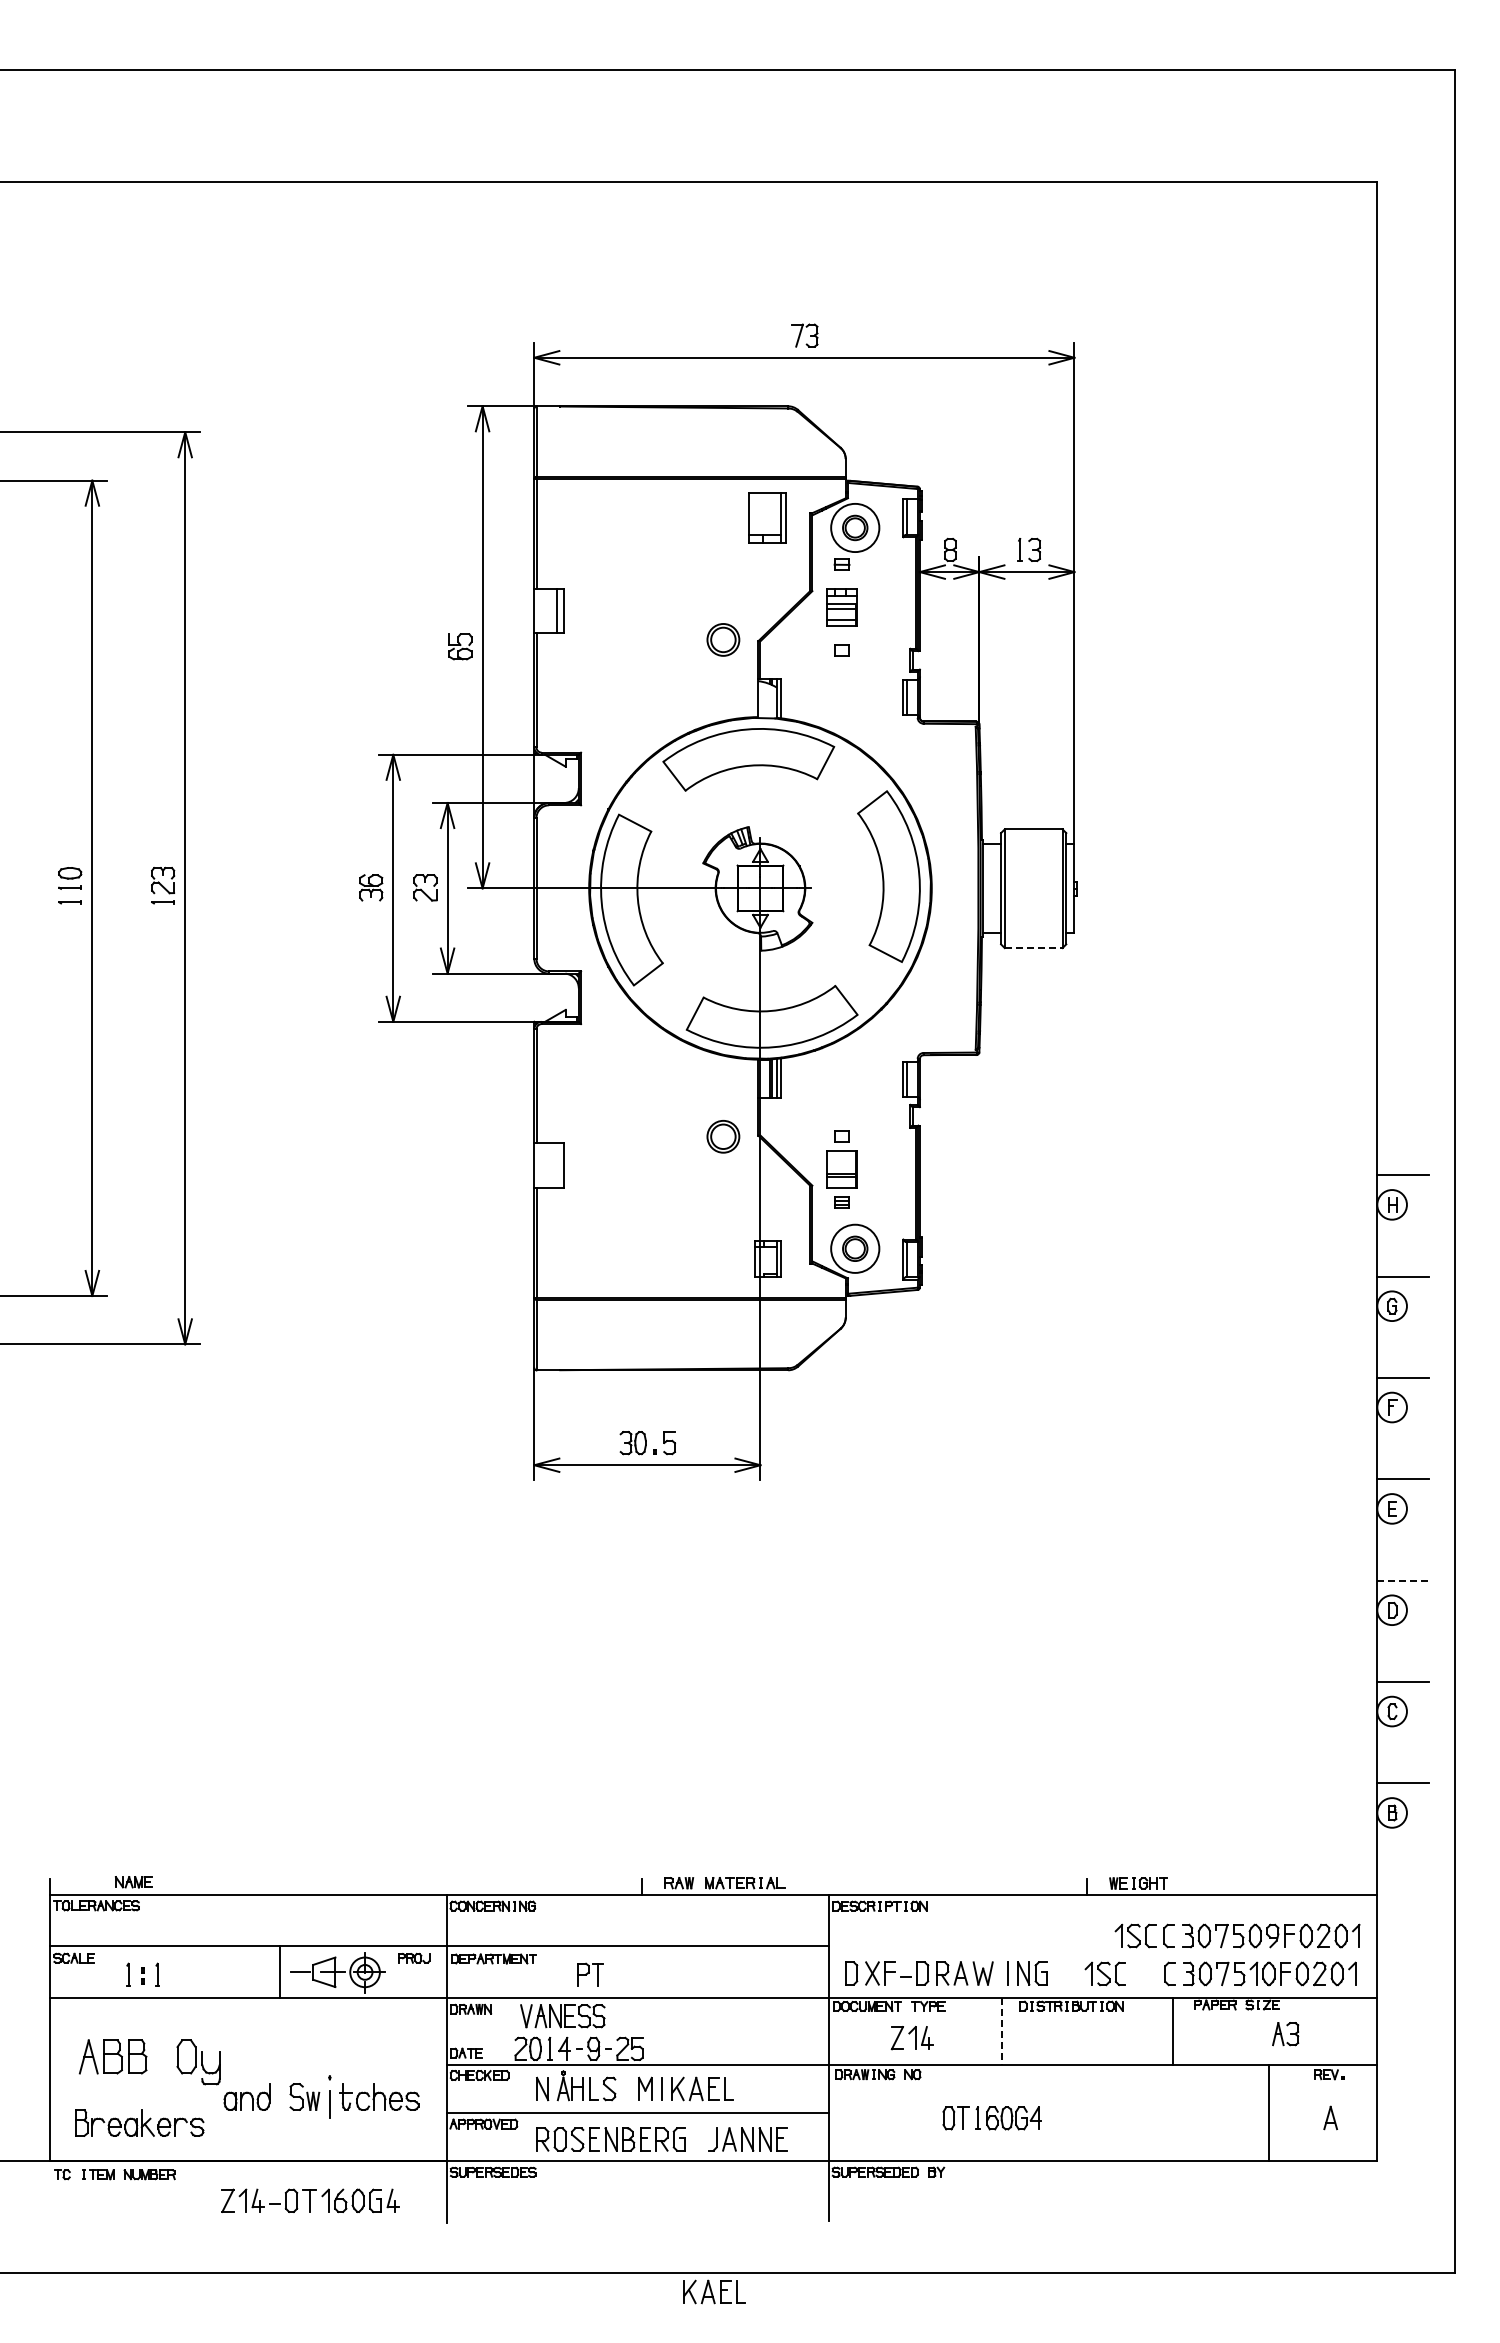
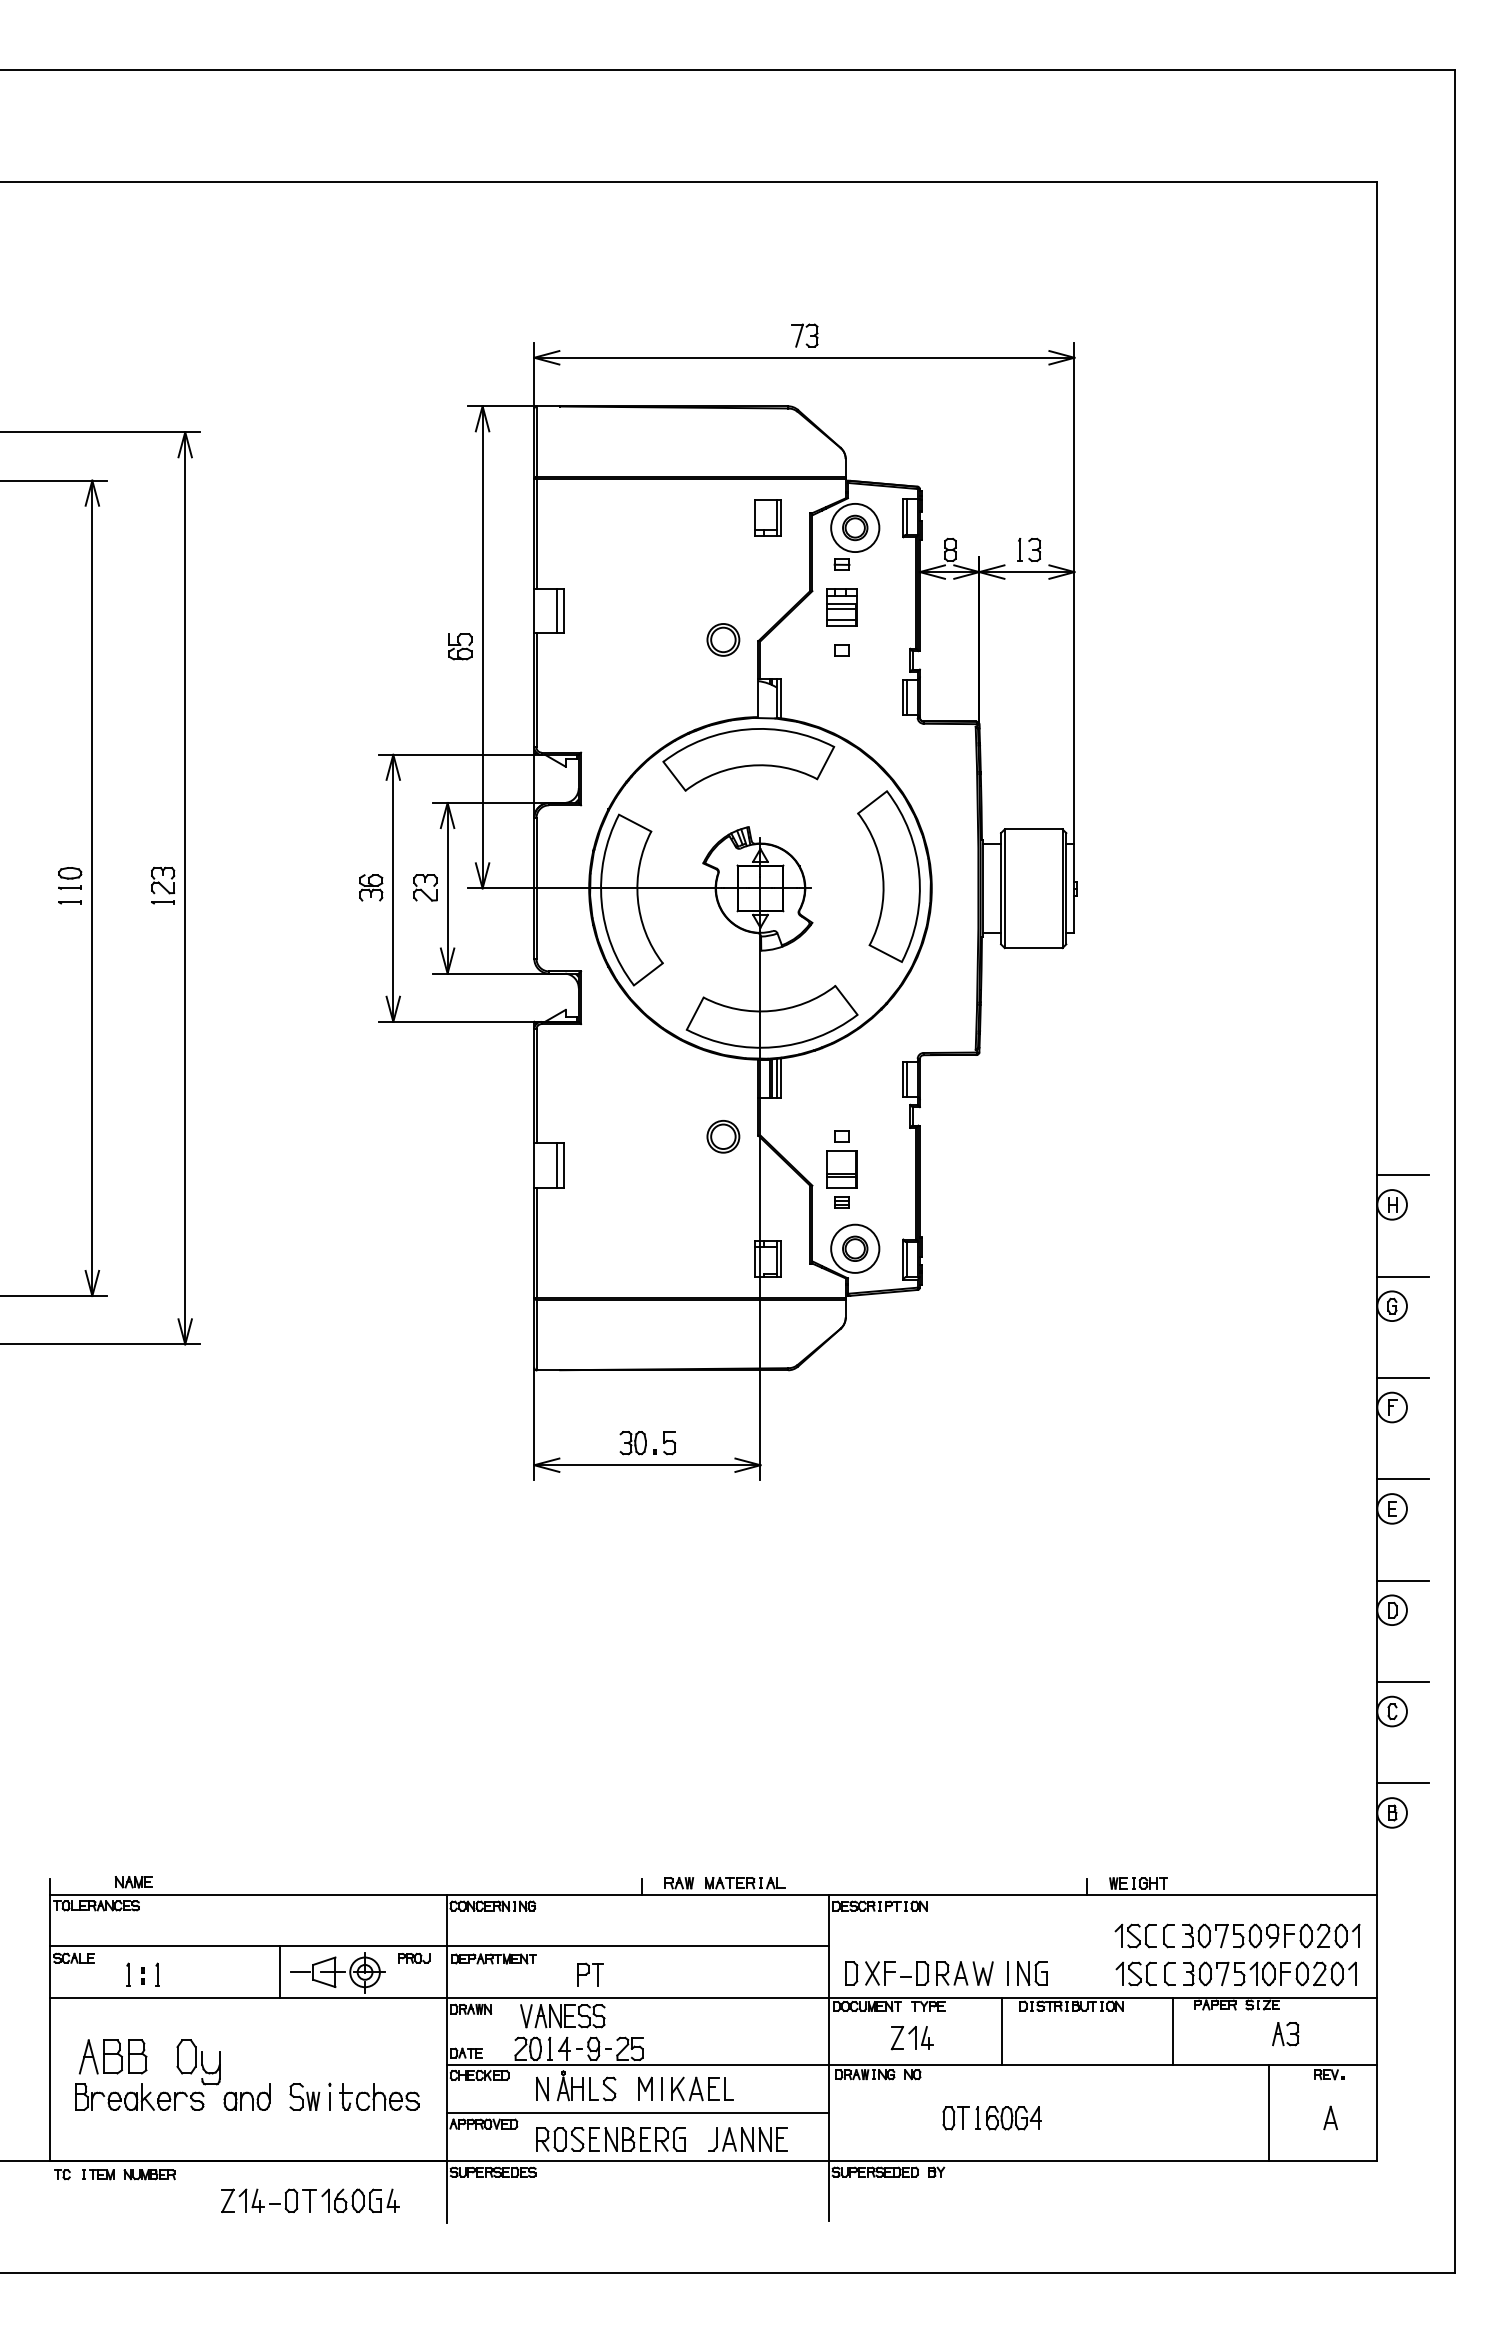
part at (767, 517) size: 39x52 px -> 28x38 px
line at (1033, 948): dashed -> solid
line at (556, 1165): none -> present
line at (1403, 1580): dashed -> solid
part at (1104, 1973) position: (1104, 1973) -> (1135, 1973)
line at (1001, 2032): dashed -> solid
part at (329, 2096) size: 4x44 px -> 4x29 px
part at (139, 2122) position: (139, 2122) -> (139, 2096)
part at (714, 2291): present -> none
